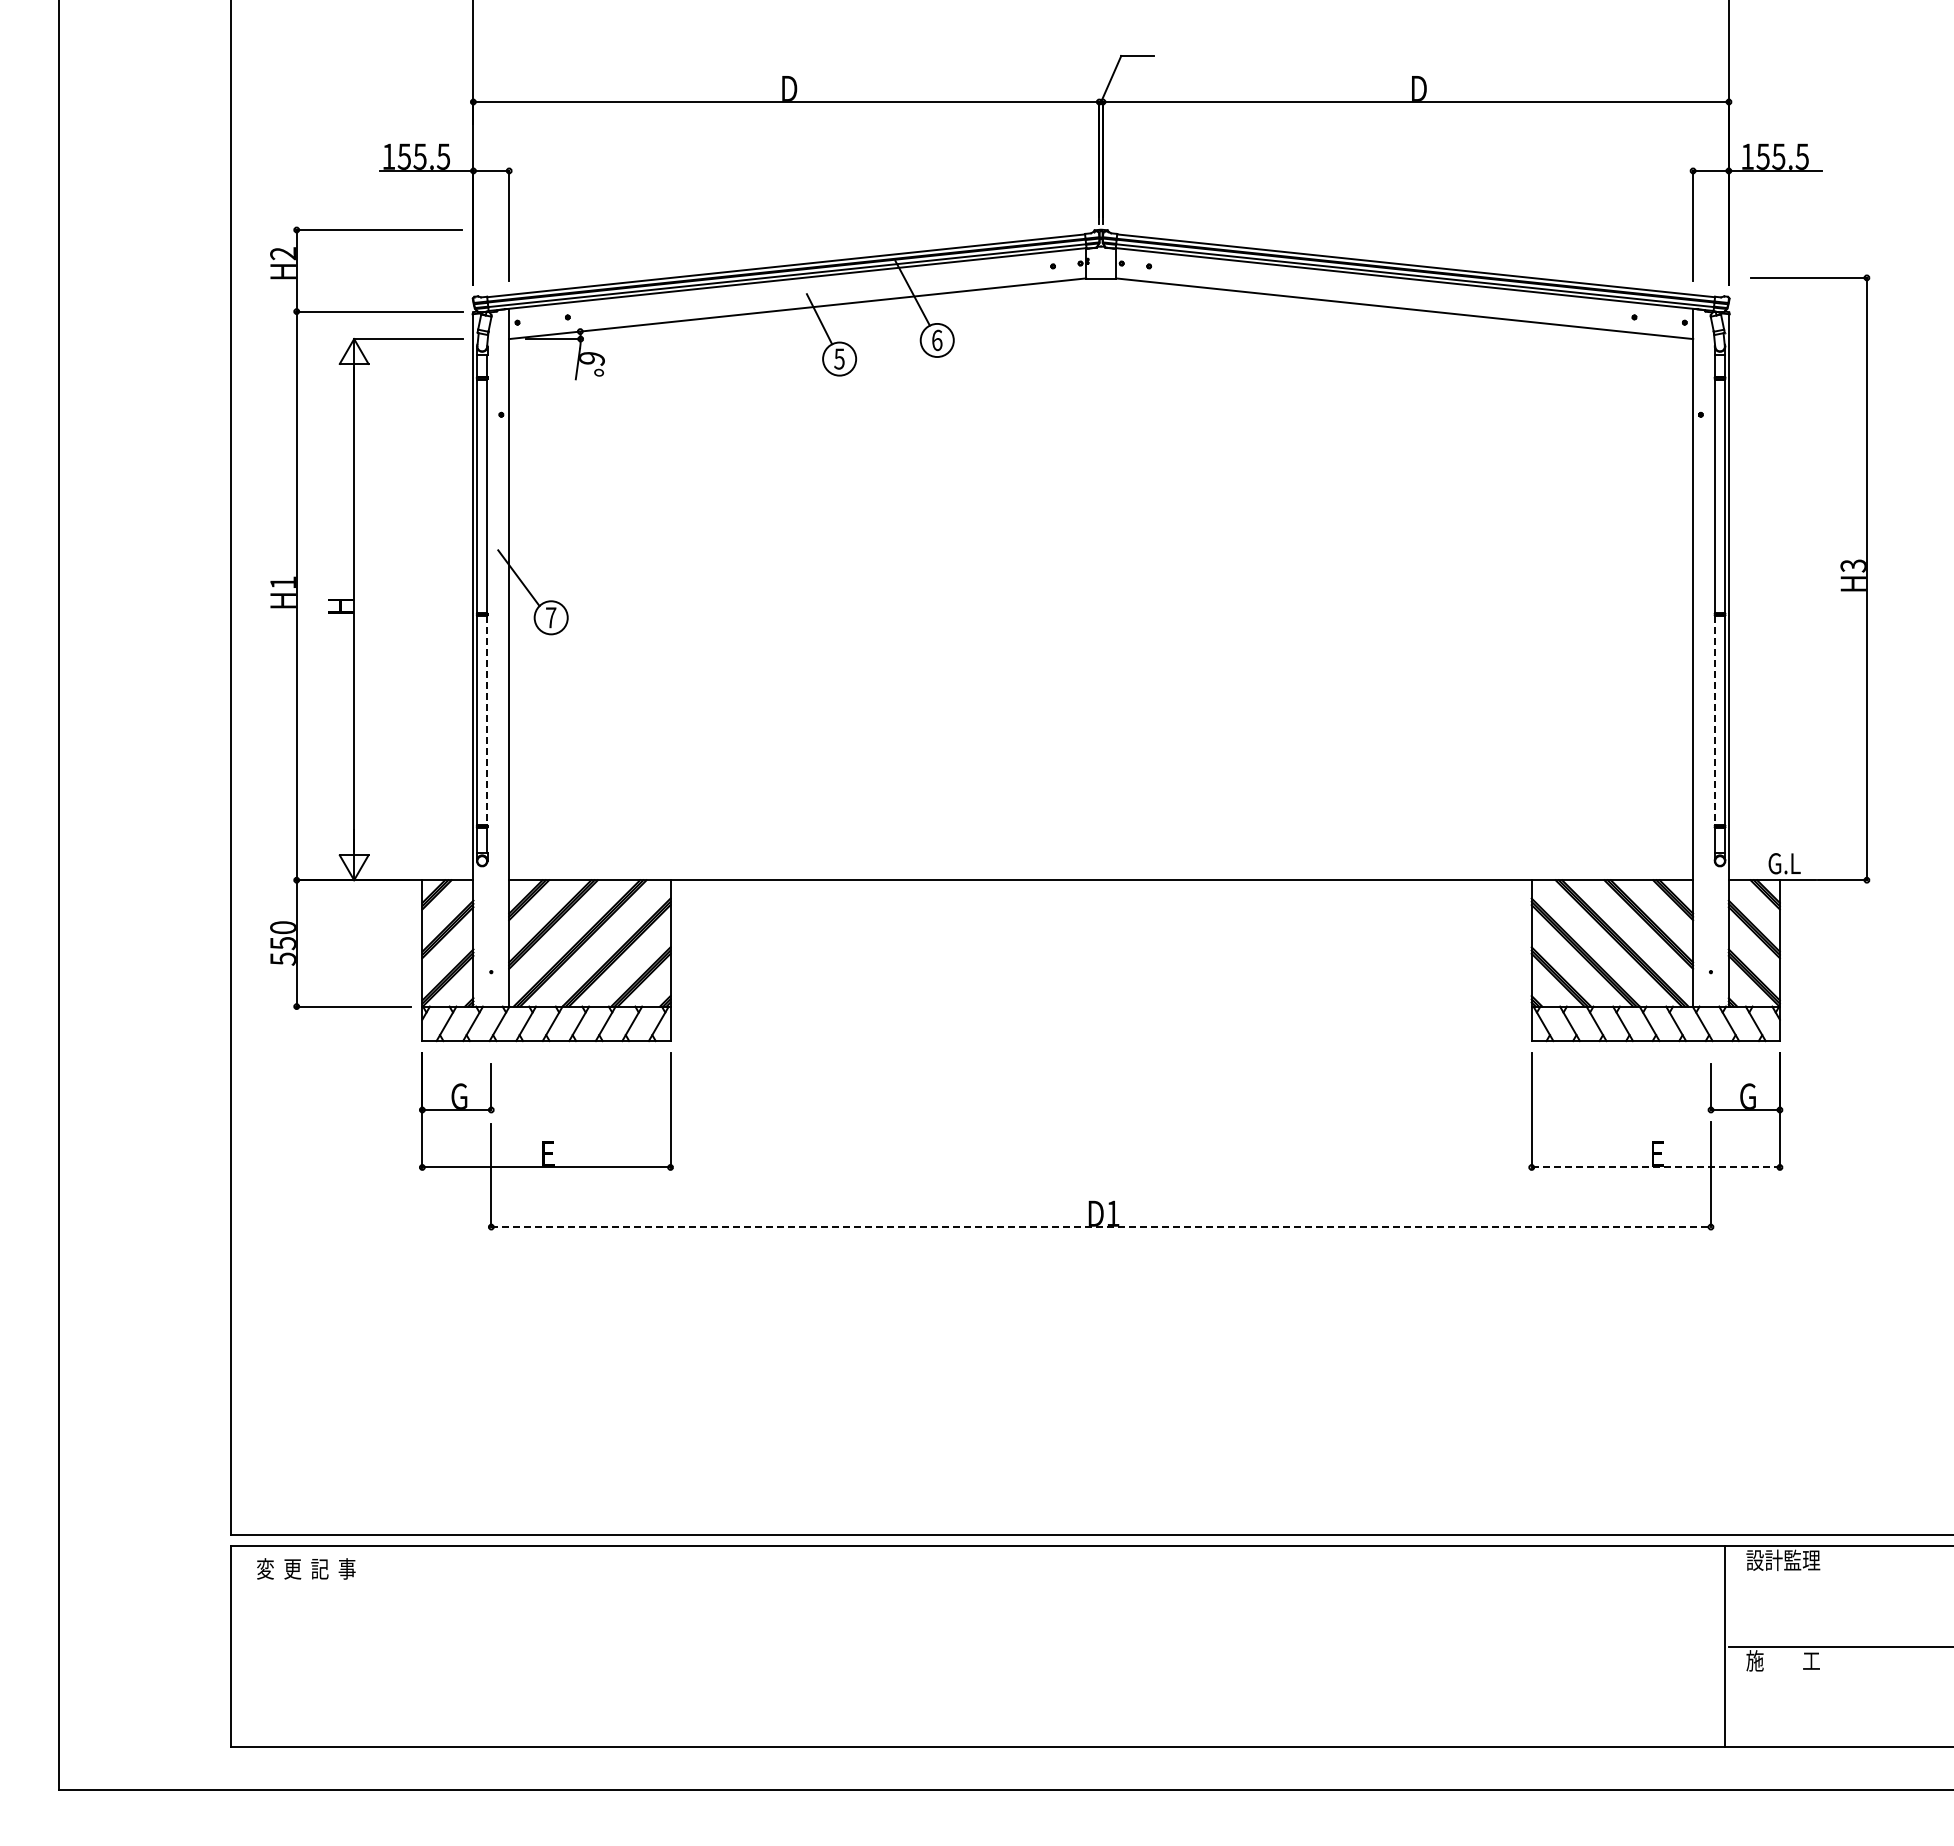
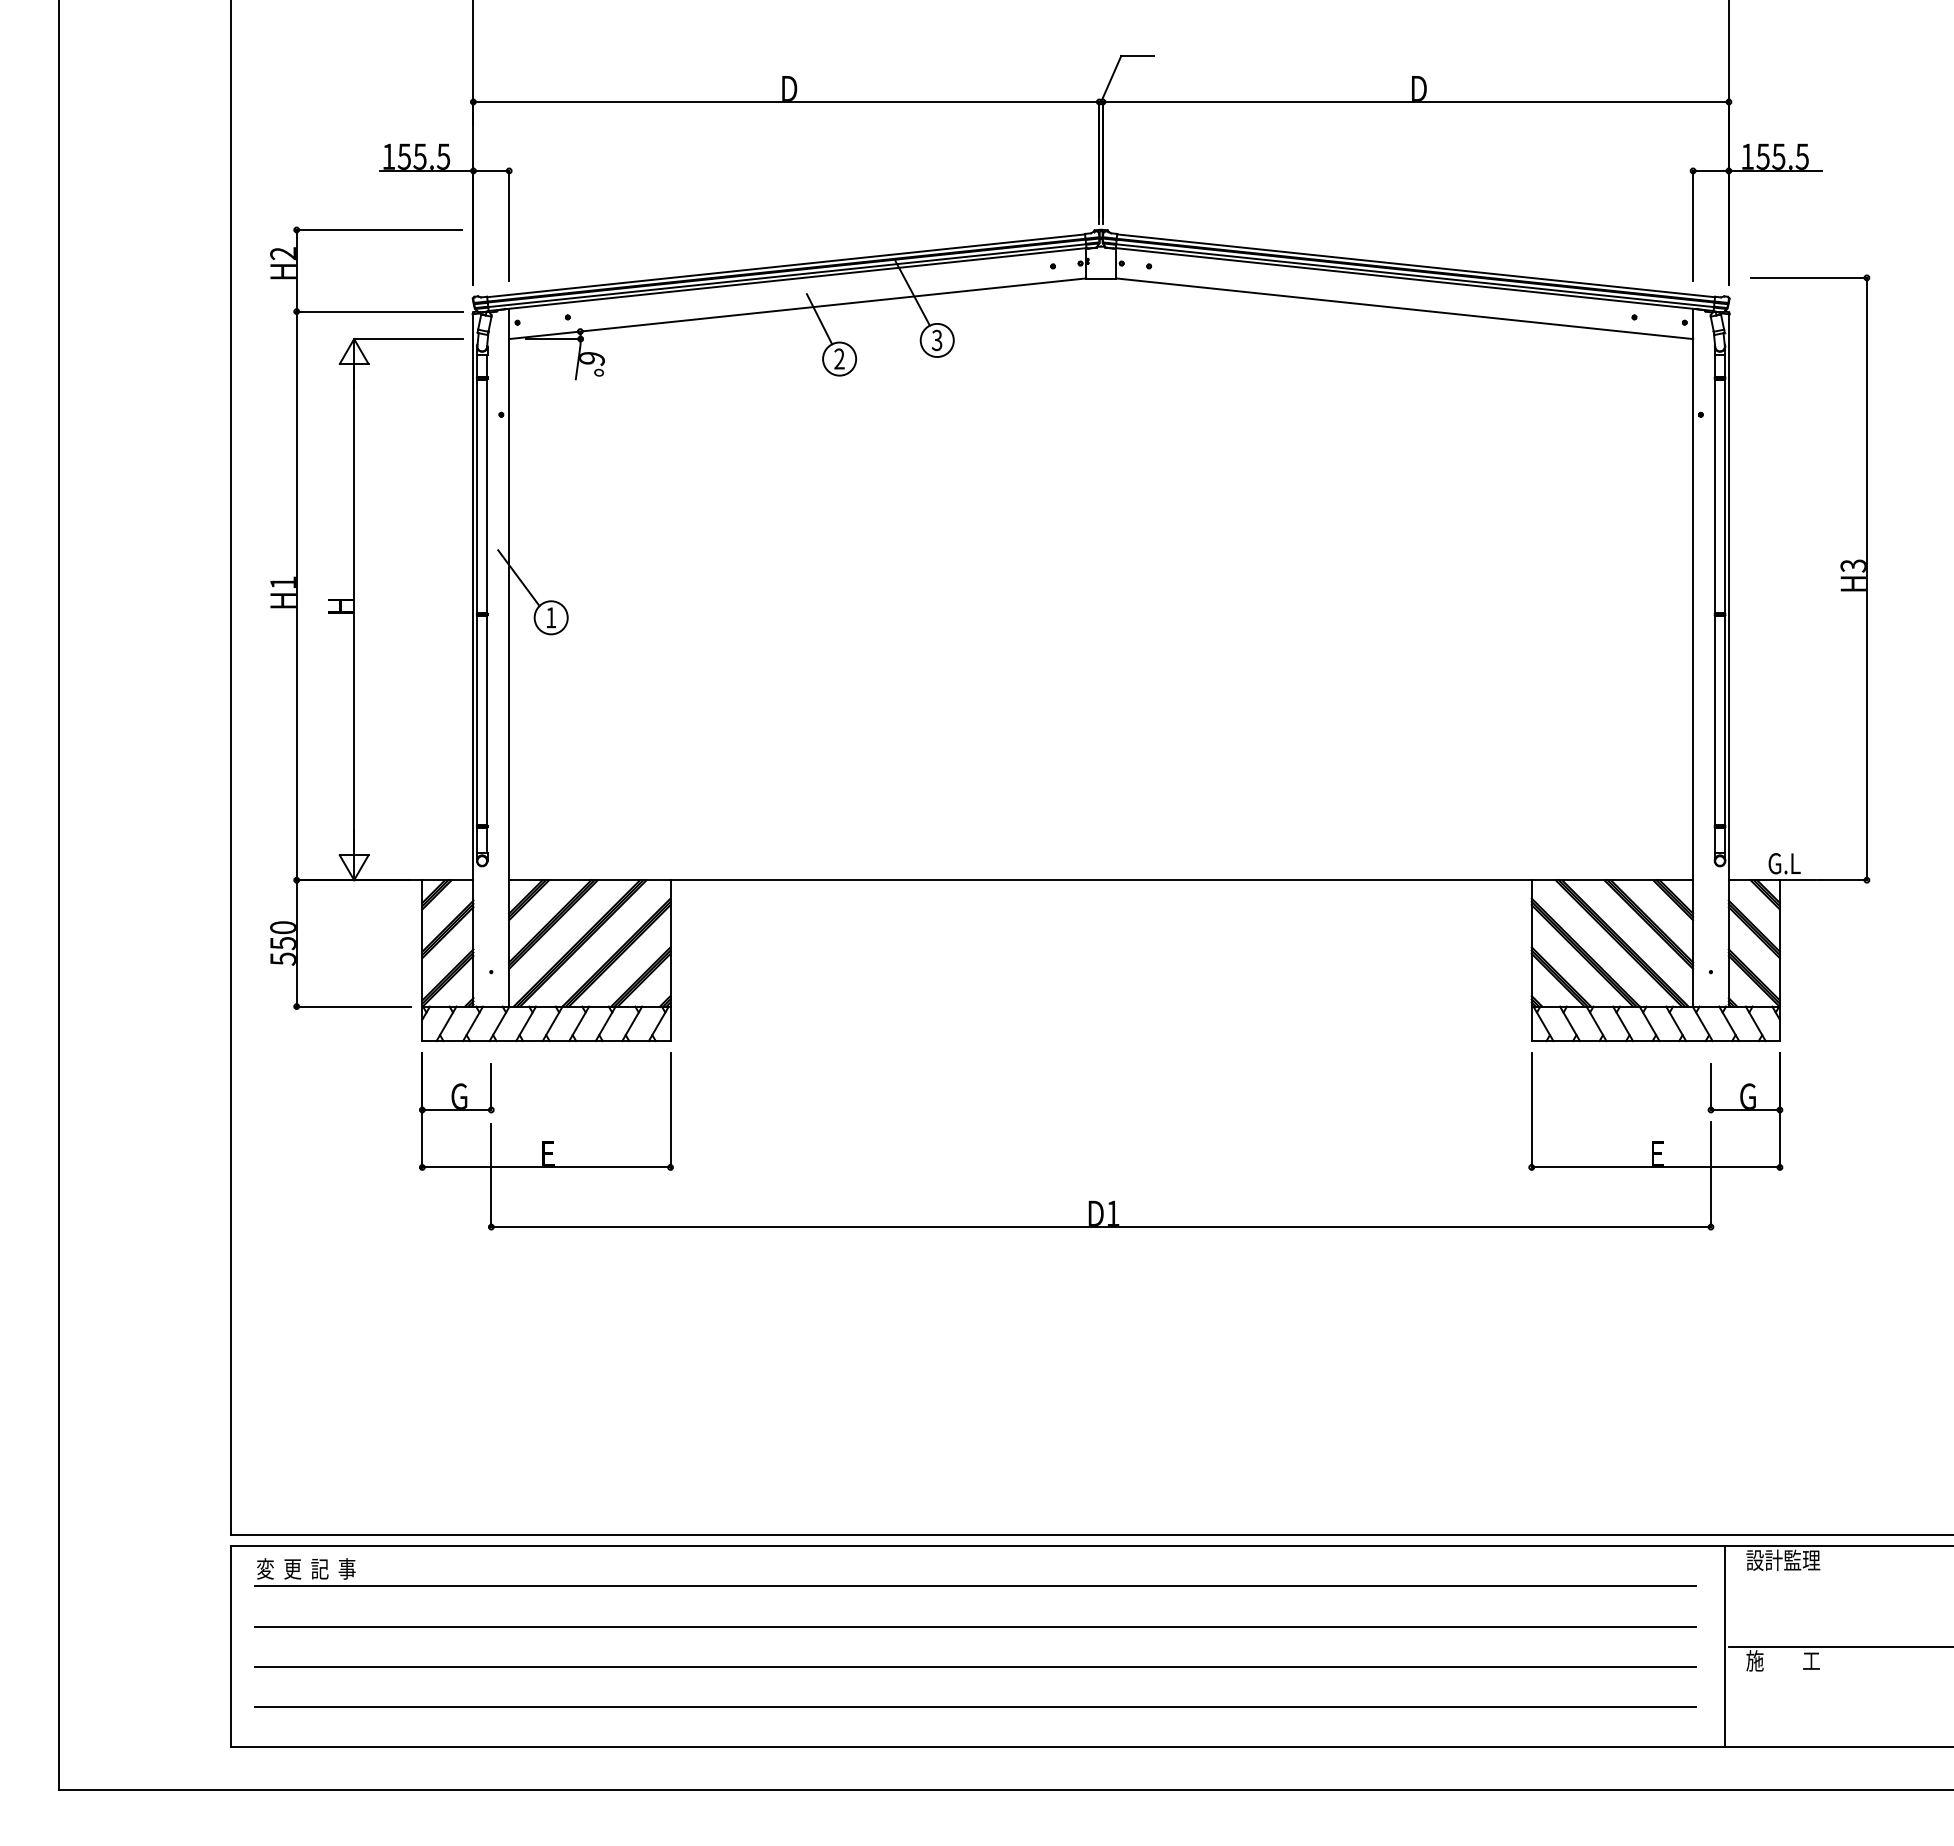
text at (936, 340): 6 -> 3
text at (839, 358): 5 -> 2
text at (551, 617): 7 -> 1
line at (487, 720): dashed -> solid
line at (1715, 720): dashed -> solid
line at (1656, 1167): dashed -> solid
line at (1101, 1227): dashed -> solid
line at (975, 1586): none -> present
line at (975, 1626): none -> present
line at (975, 1666): none -> present
line at (975, 1707): none -> present
